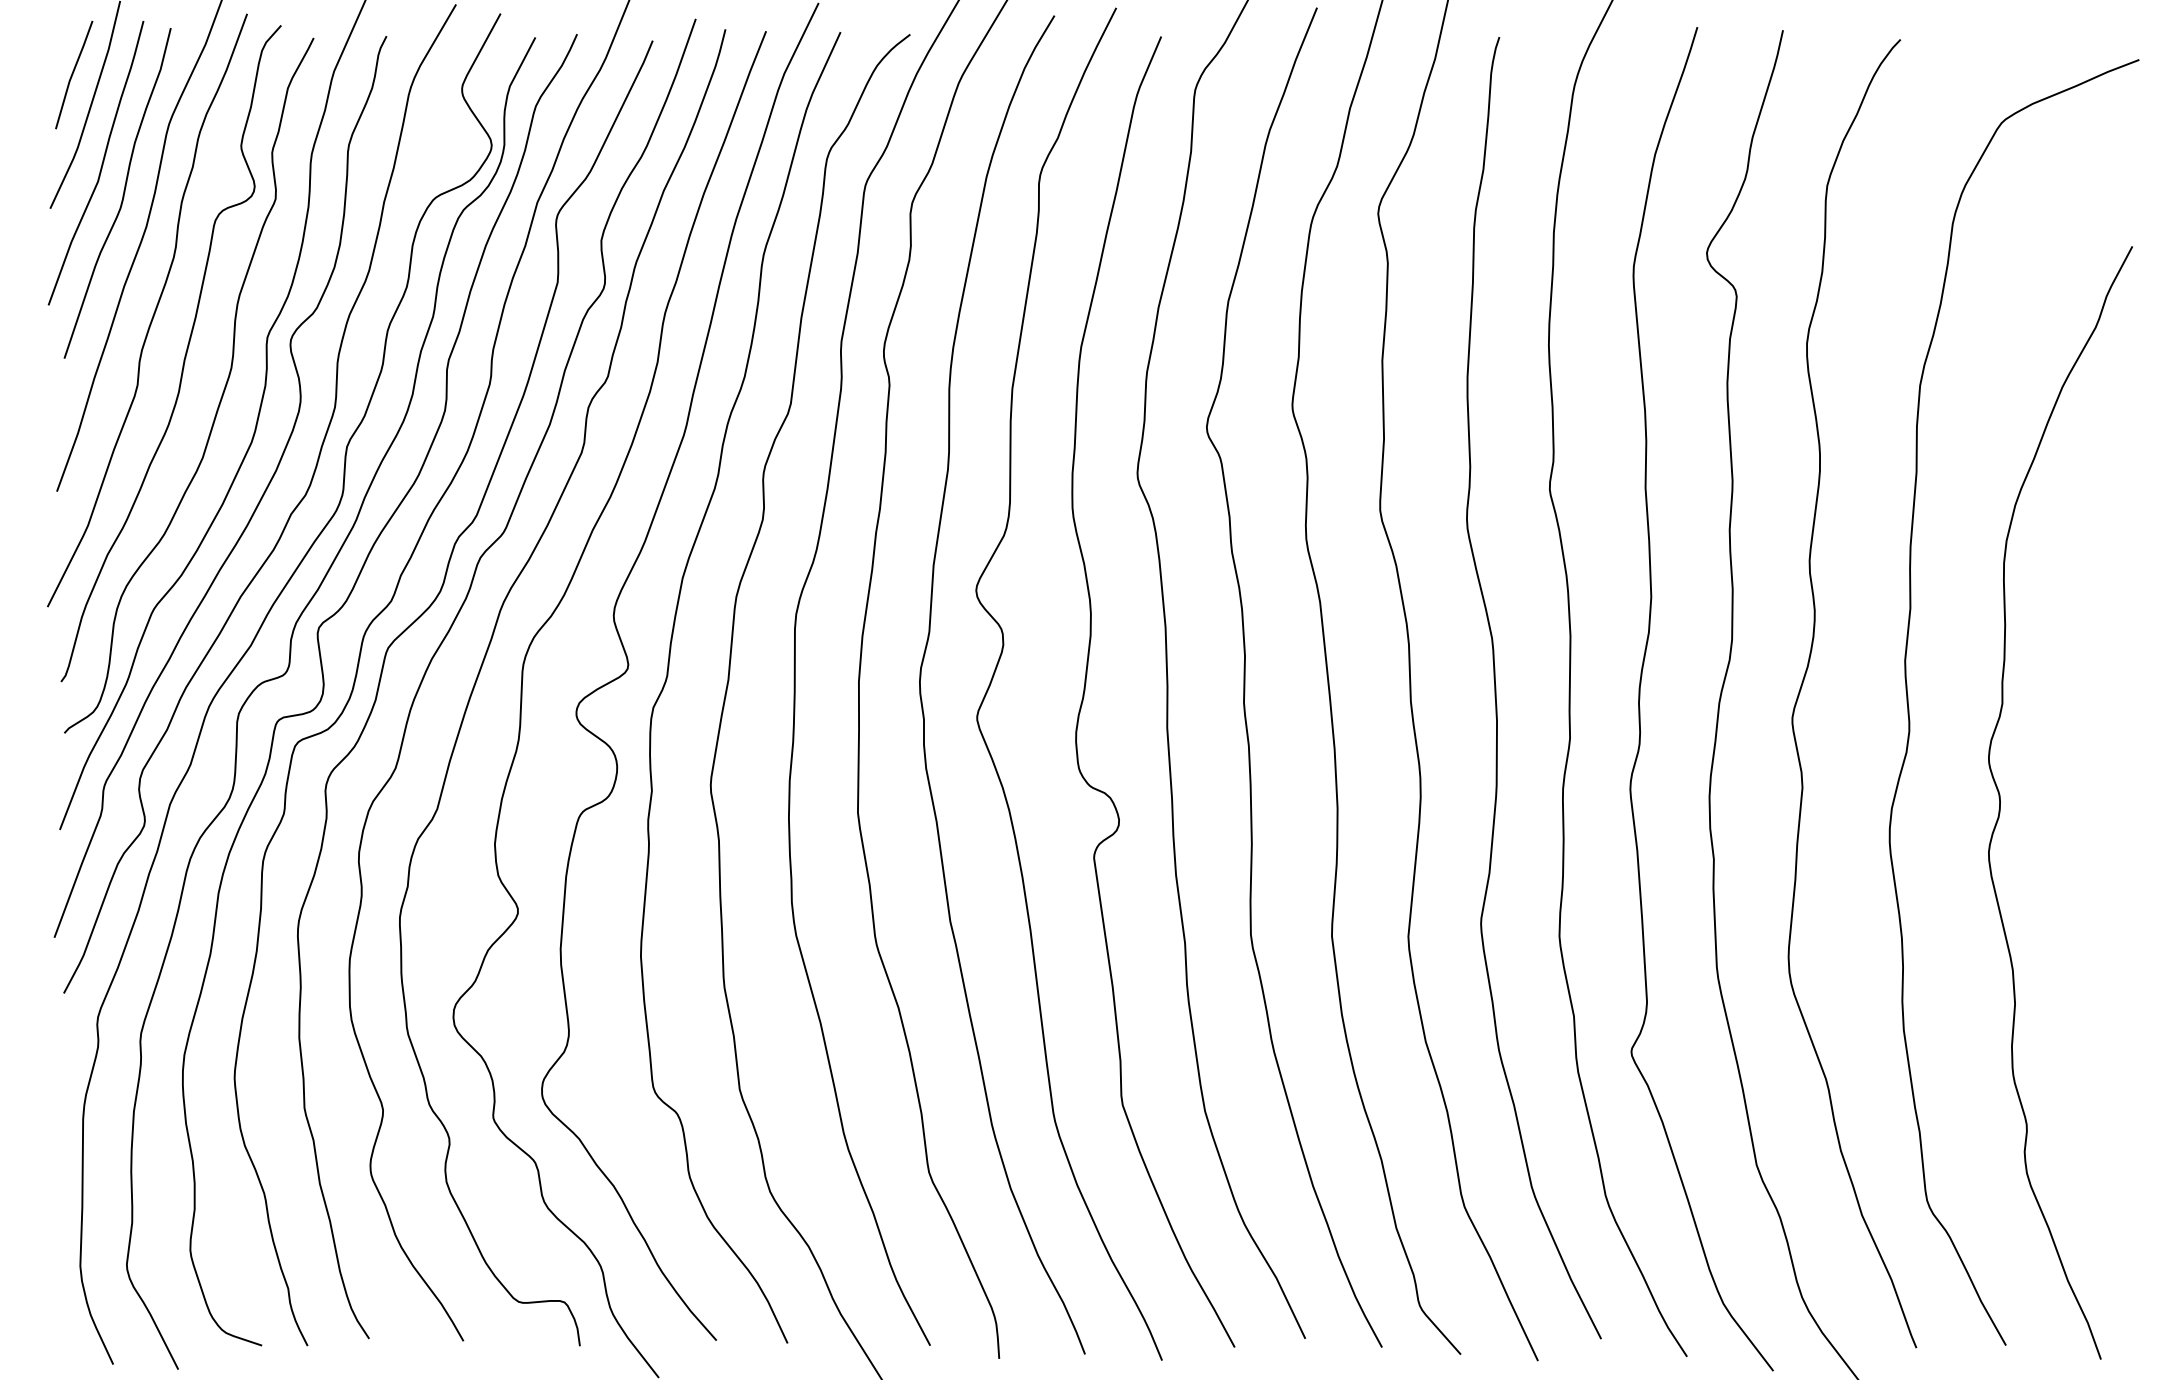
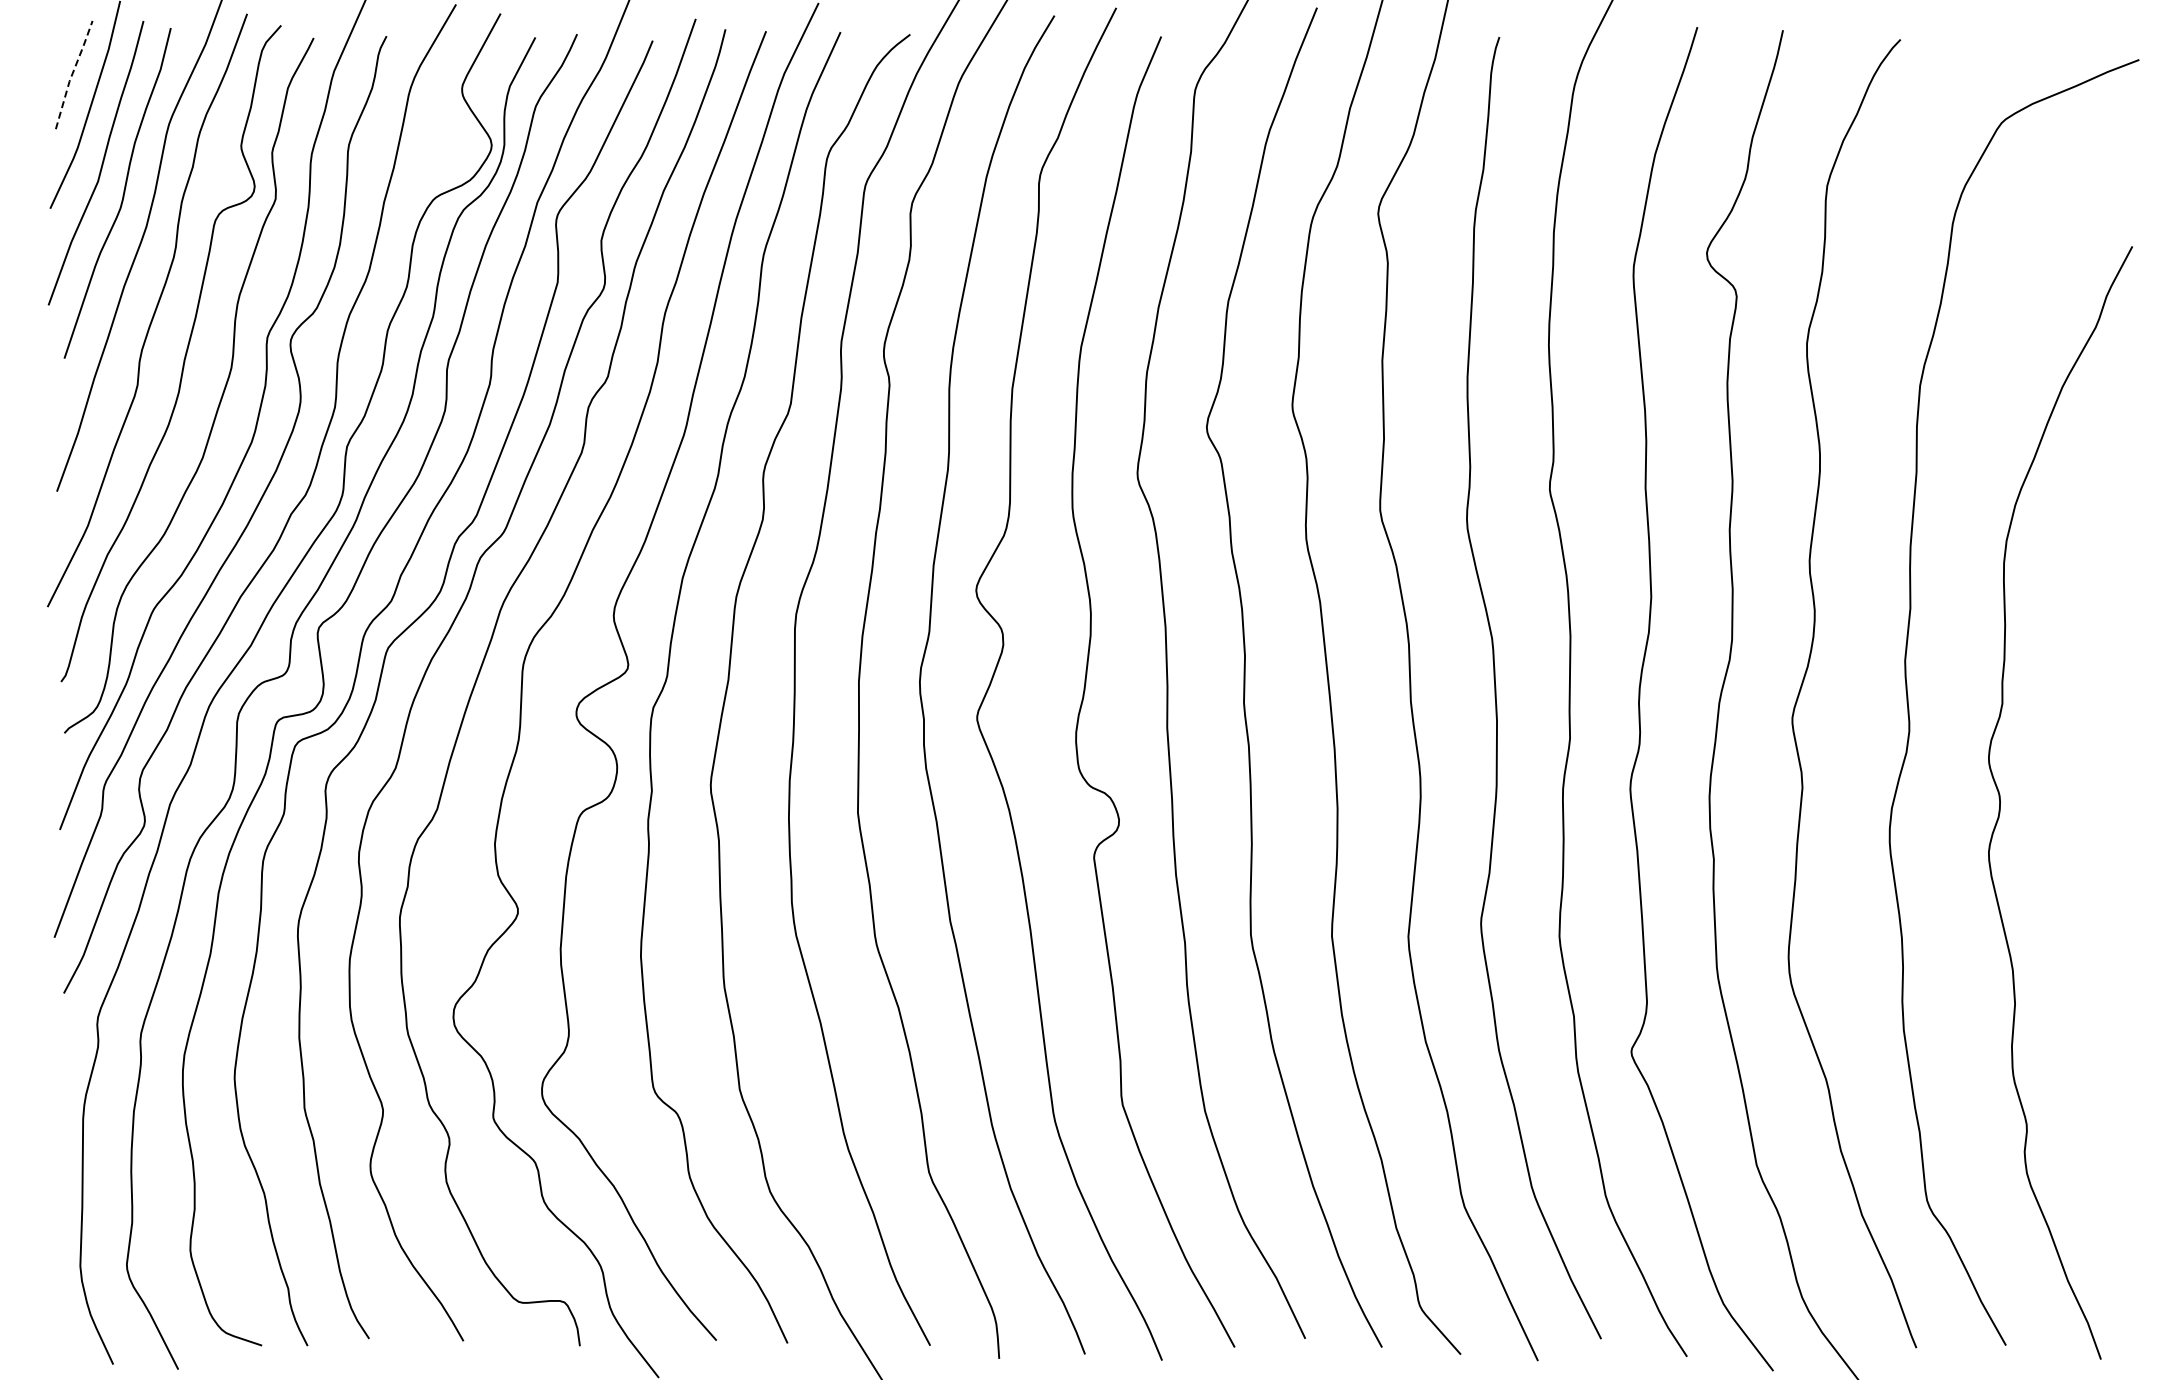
line at (72, 74): solid -> dashed
